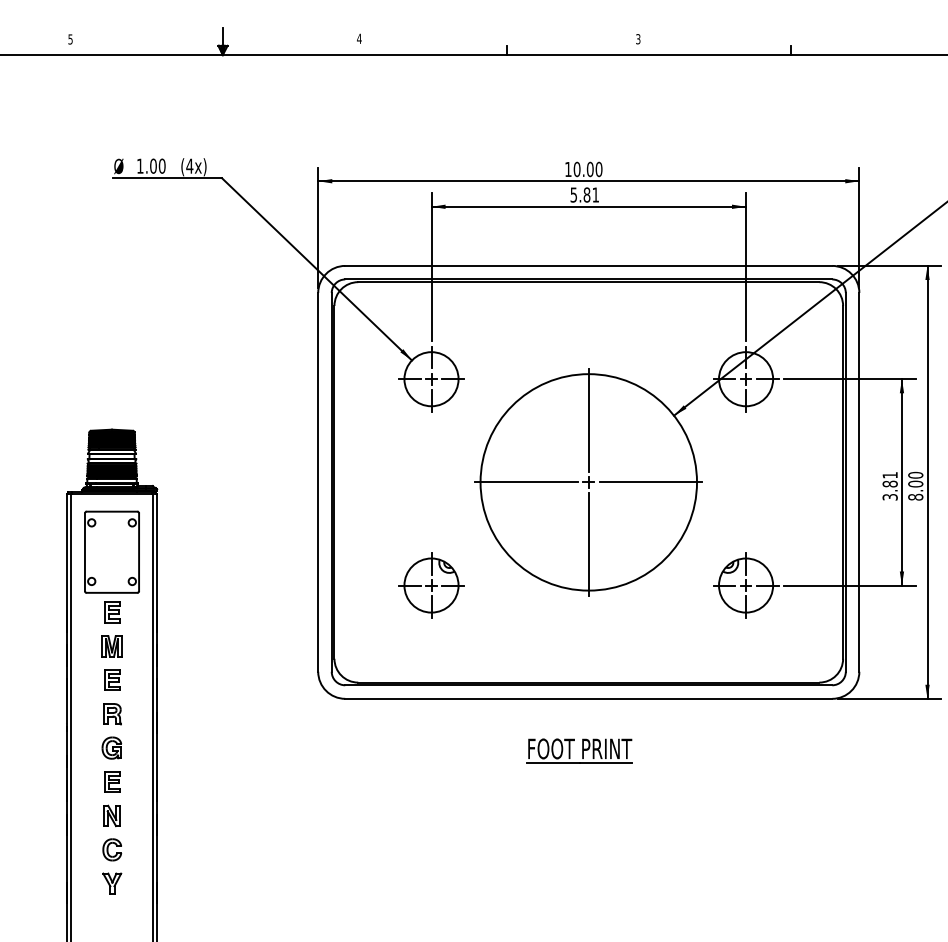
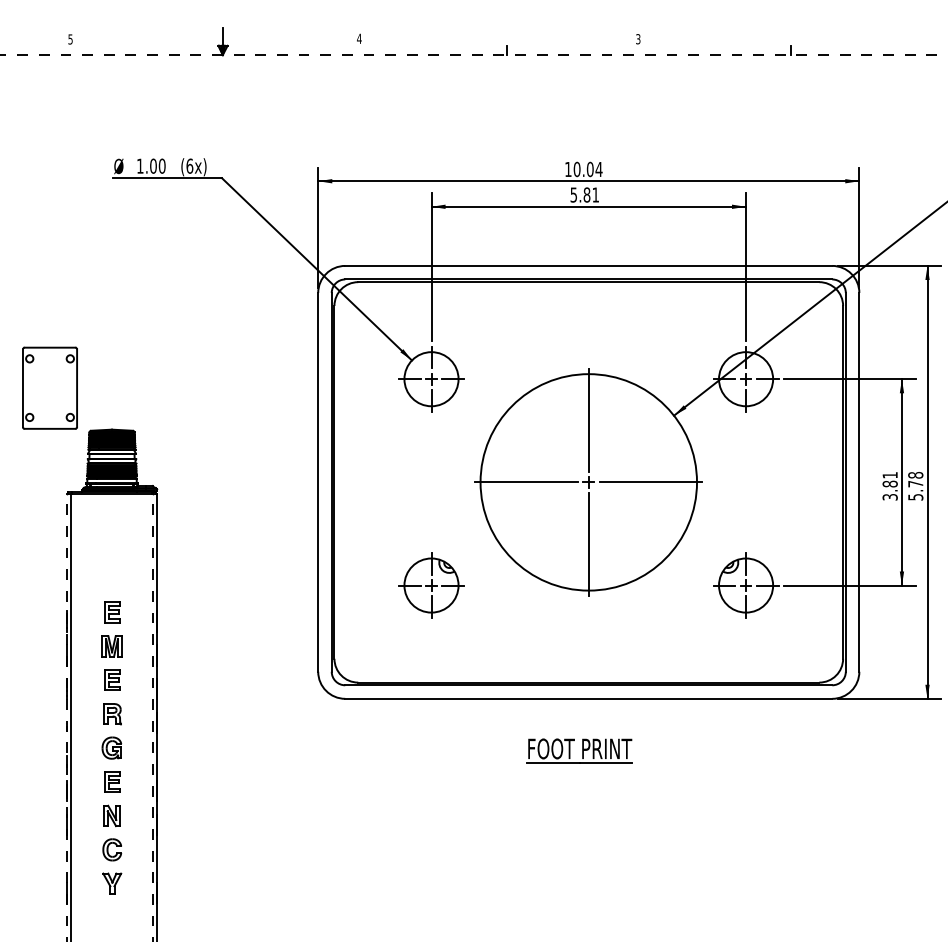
line at (474, 55): solid -> dashed
text at (189, 165): (4x) -> (6x)
text at (598, 169): 10.00 -> 10.04
text at (915, 485): 8.00 -> 5.78
part at (111, 551) position: (111, 551) -> (49, 387)
line at (66, 717): solid -> dashed
line at (152, 717): solid -> dashed
